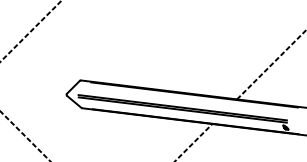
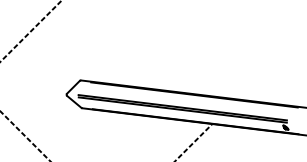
line at (270, 65): present -> none
